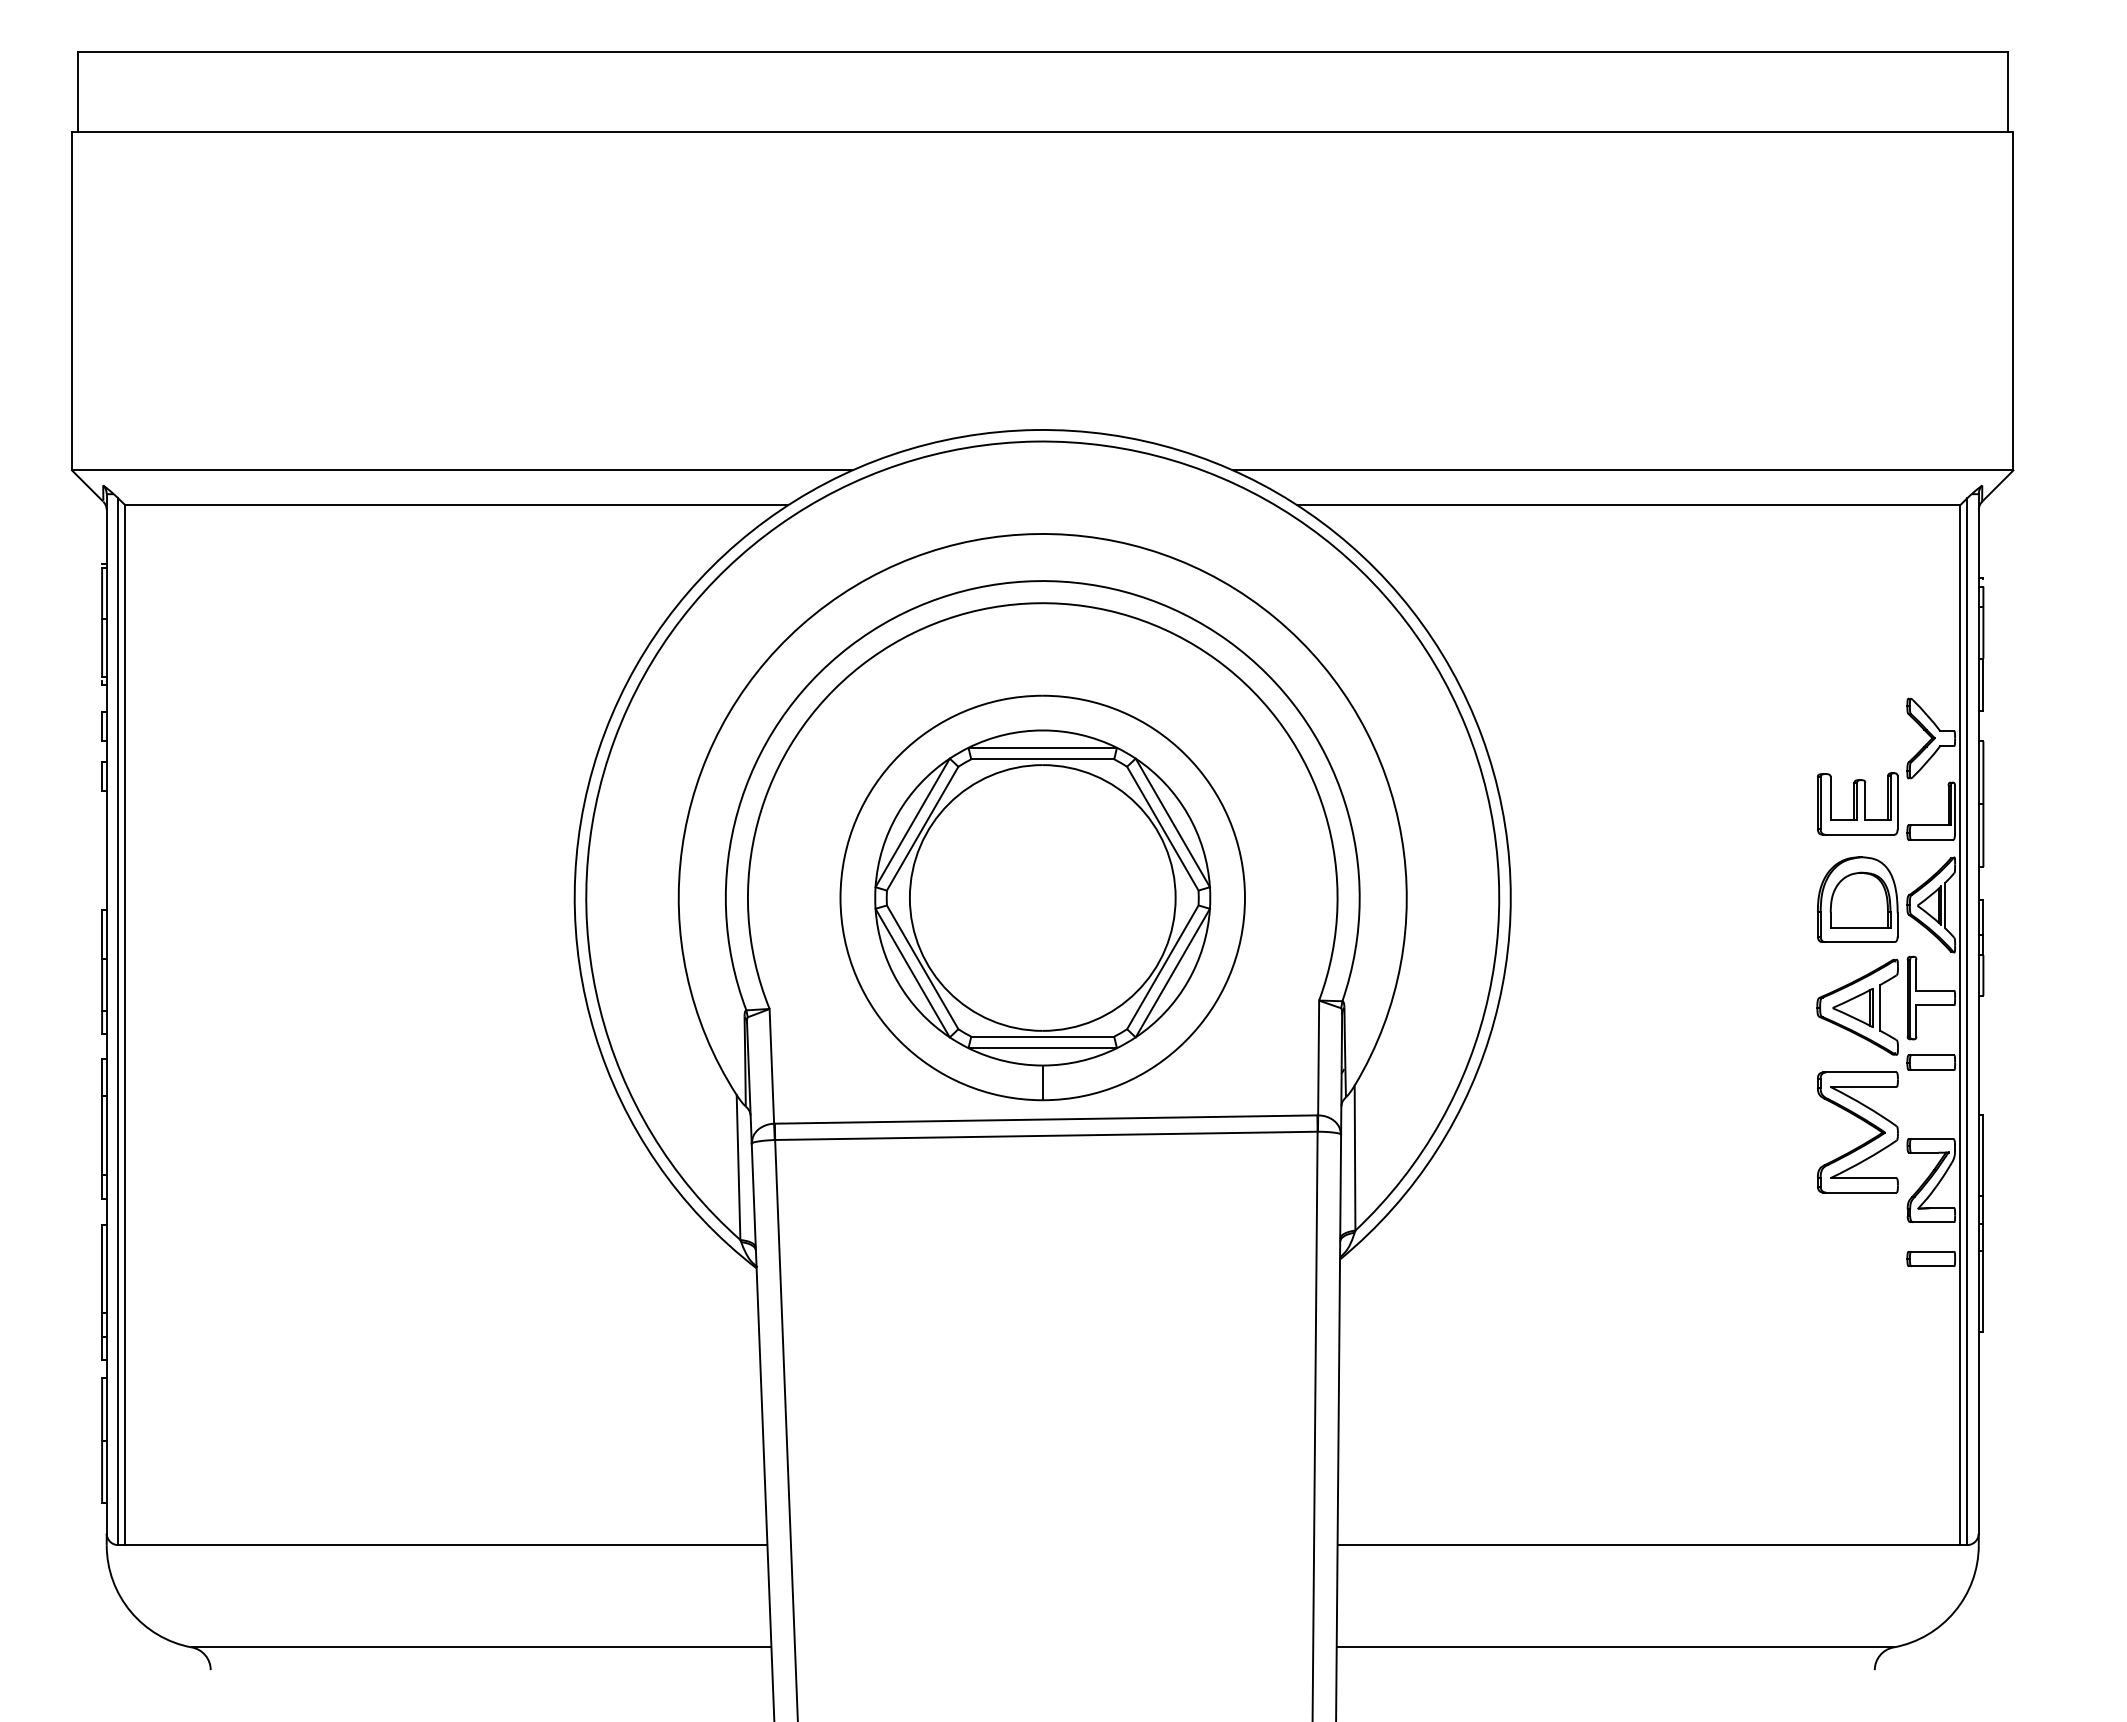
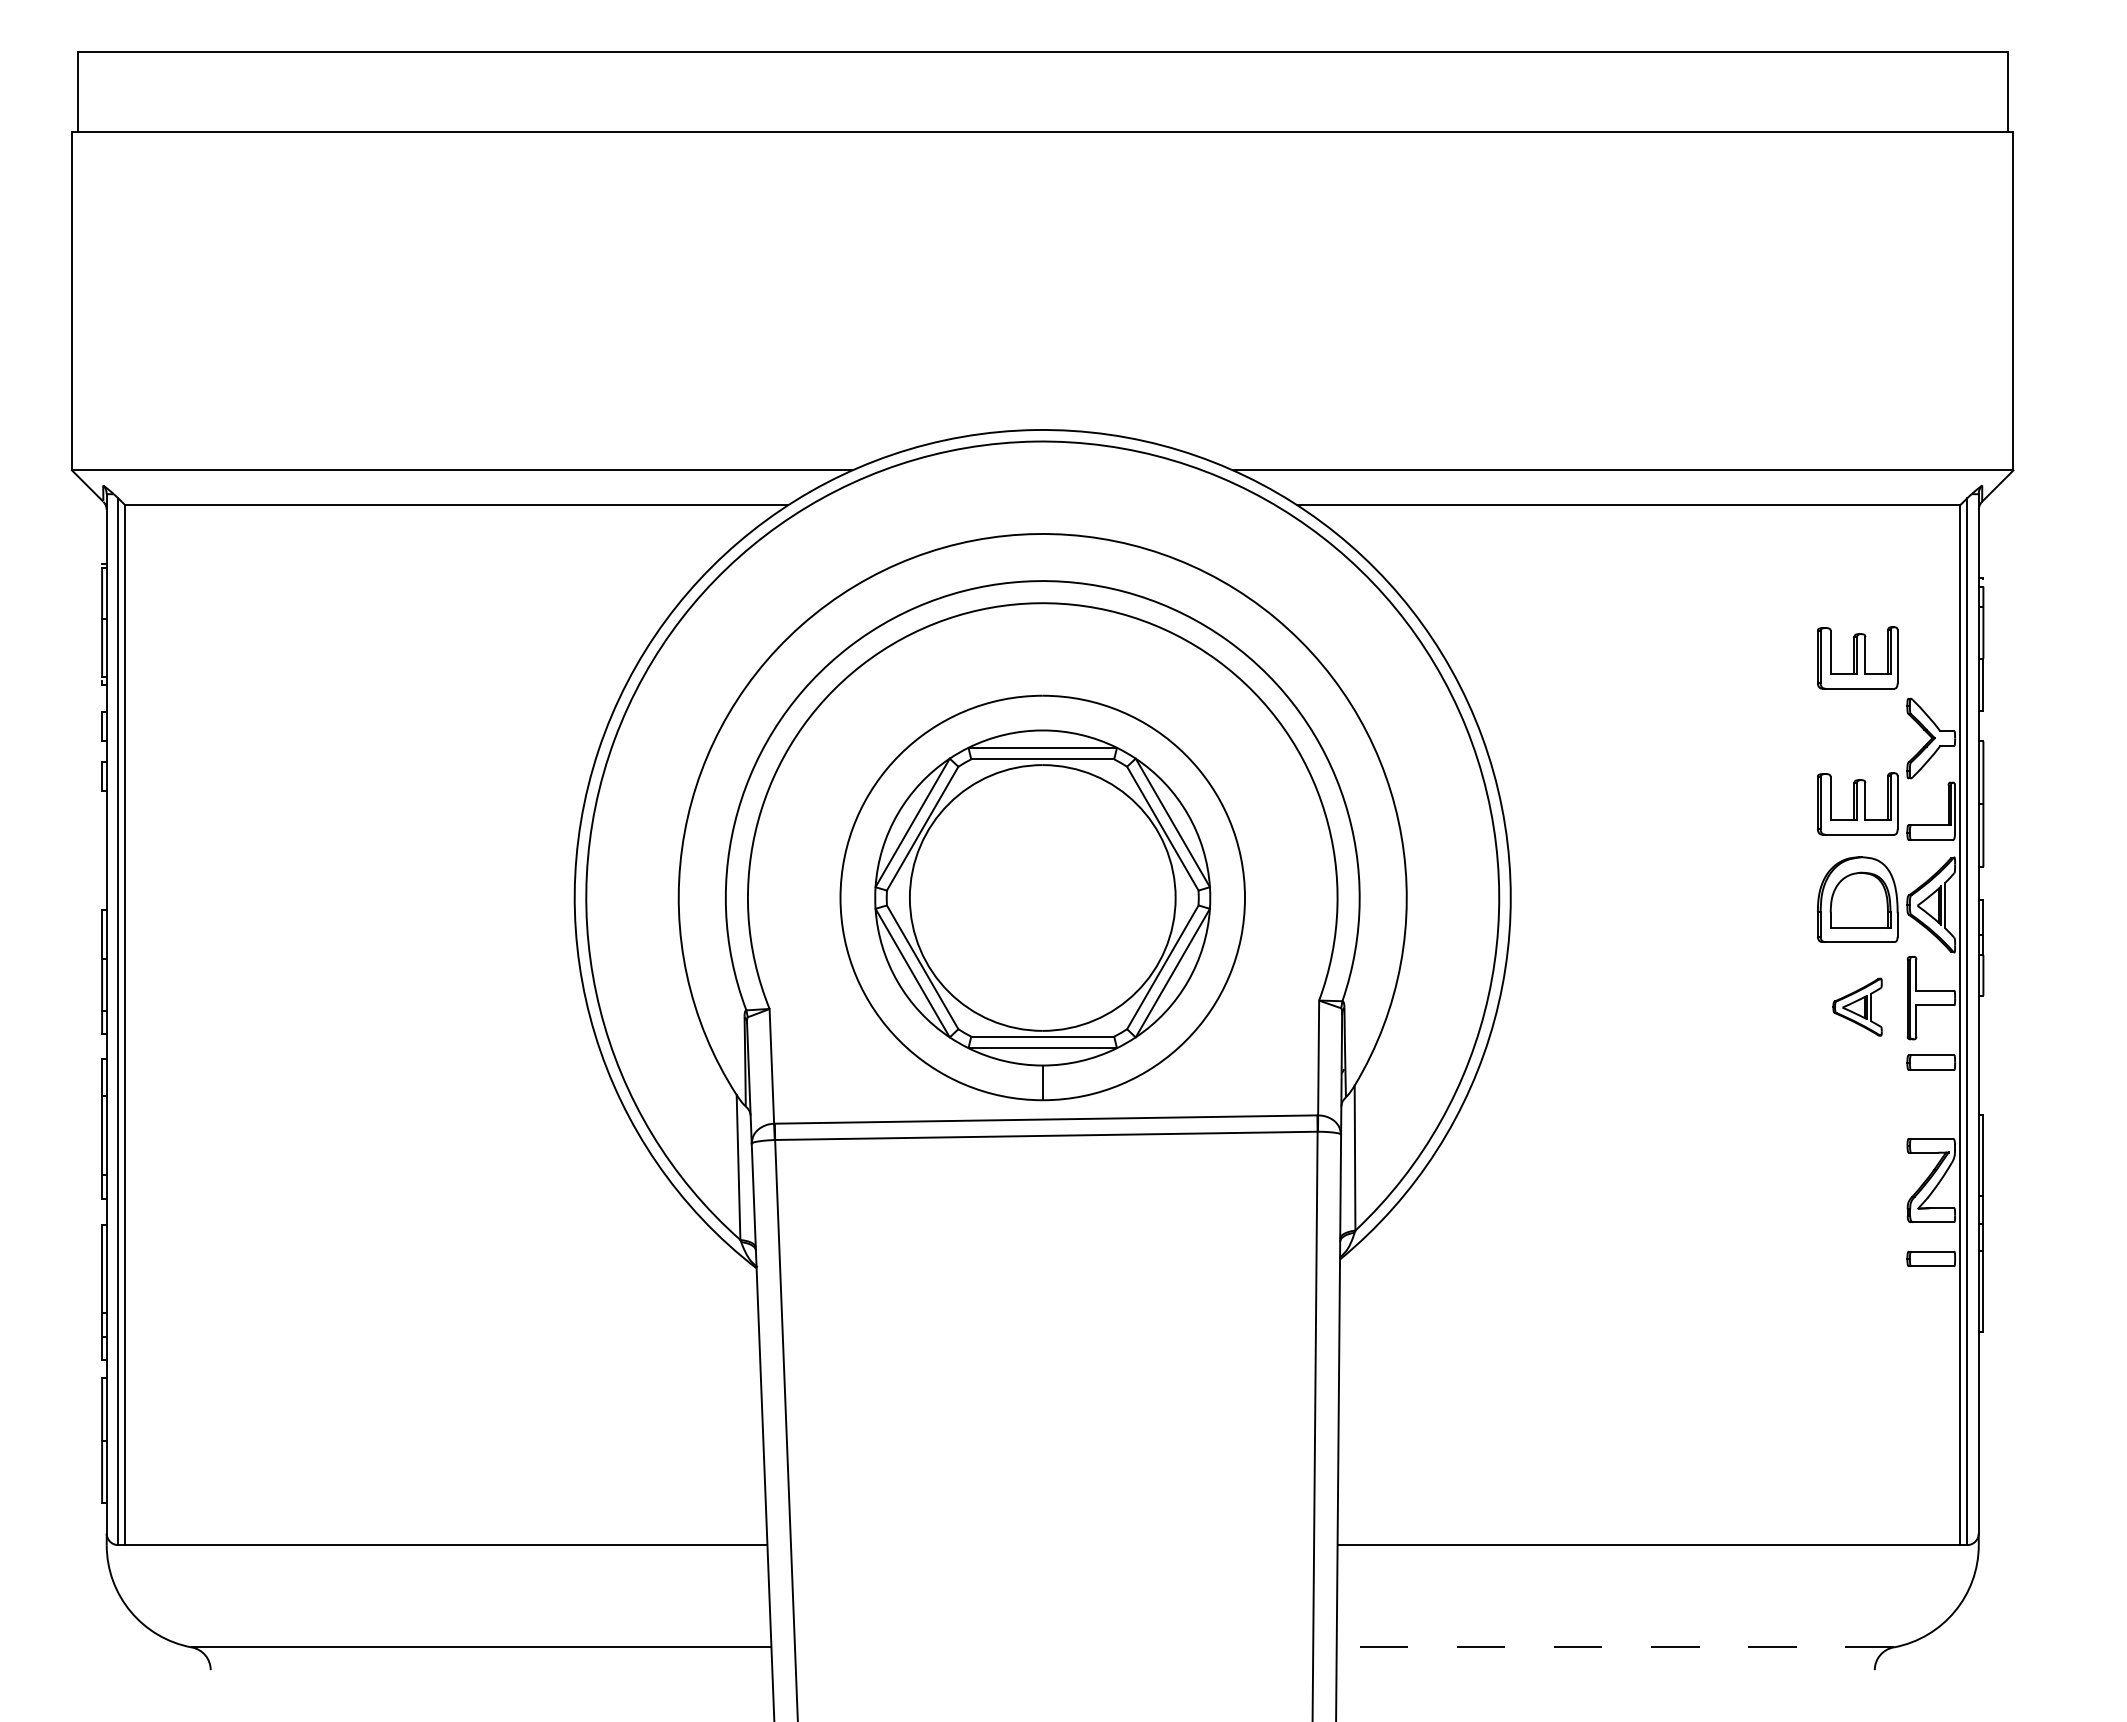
part at (1857, 657): none -> present
part at (1857, 1006) size: 83x98 px -> 51x60 px
part at (1864, 1142): present -> none
line at (1614, 1647): solid -> dashed
